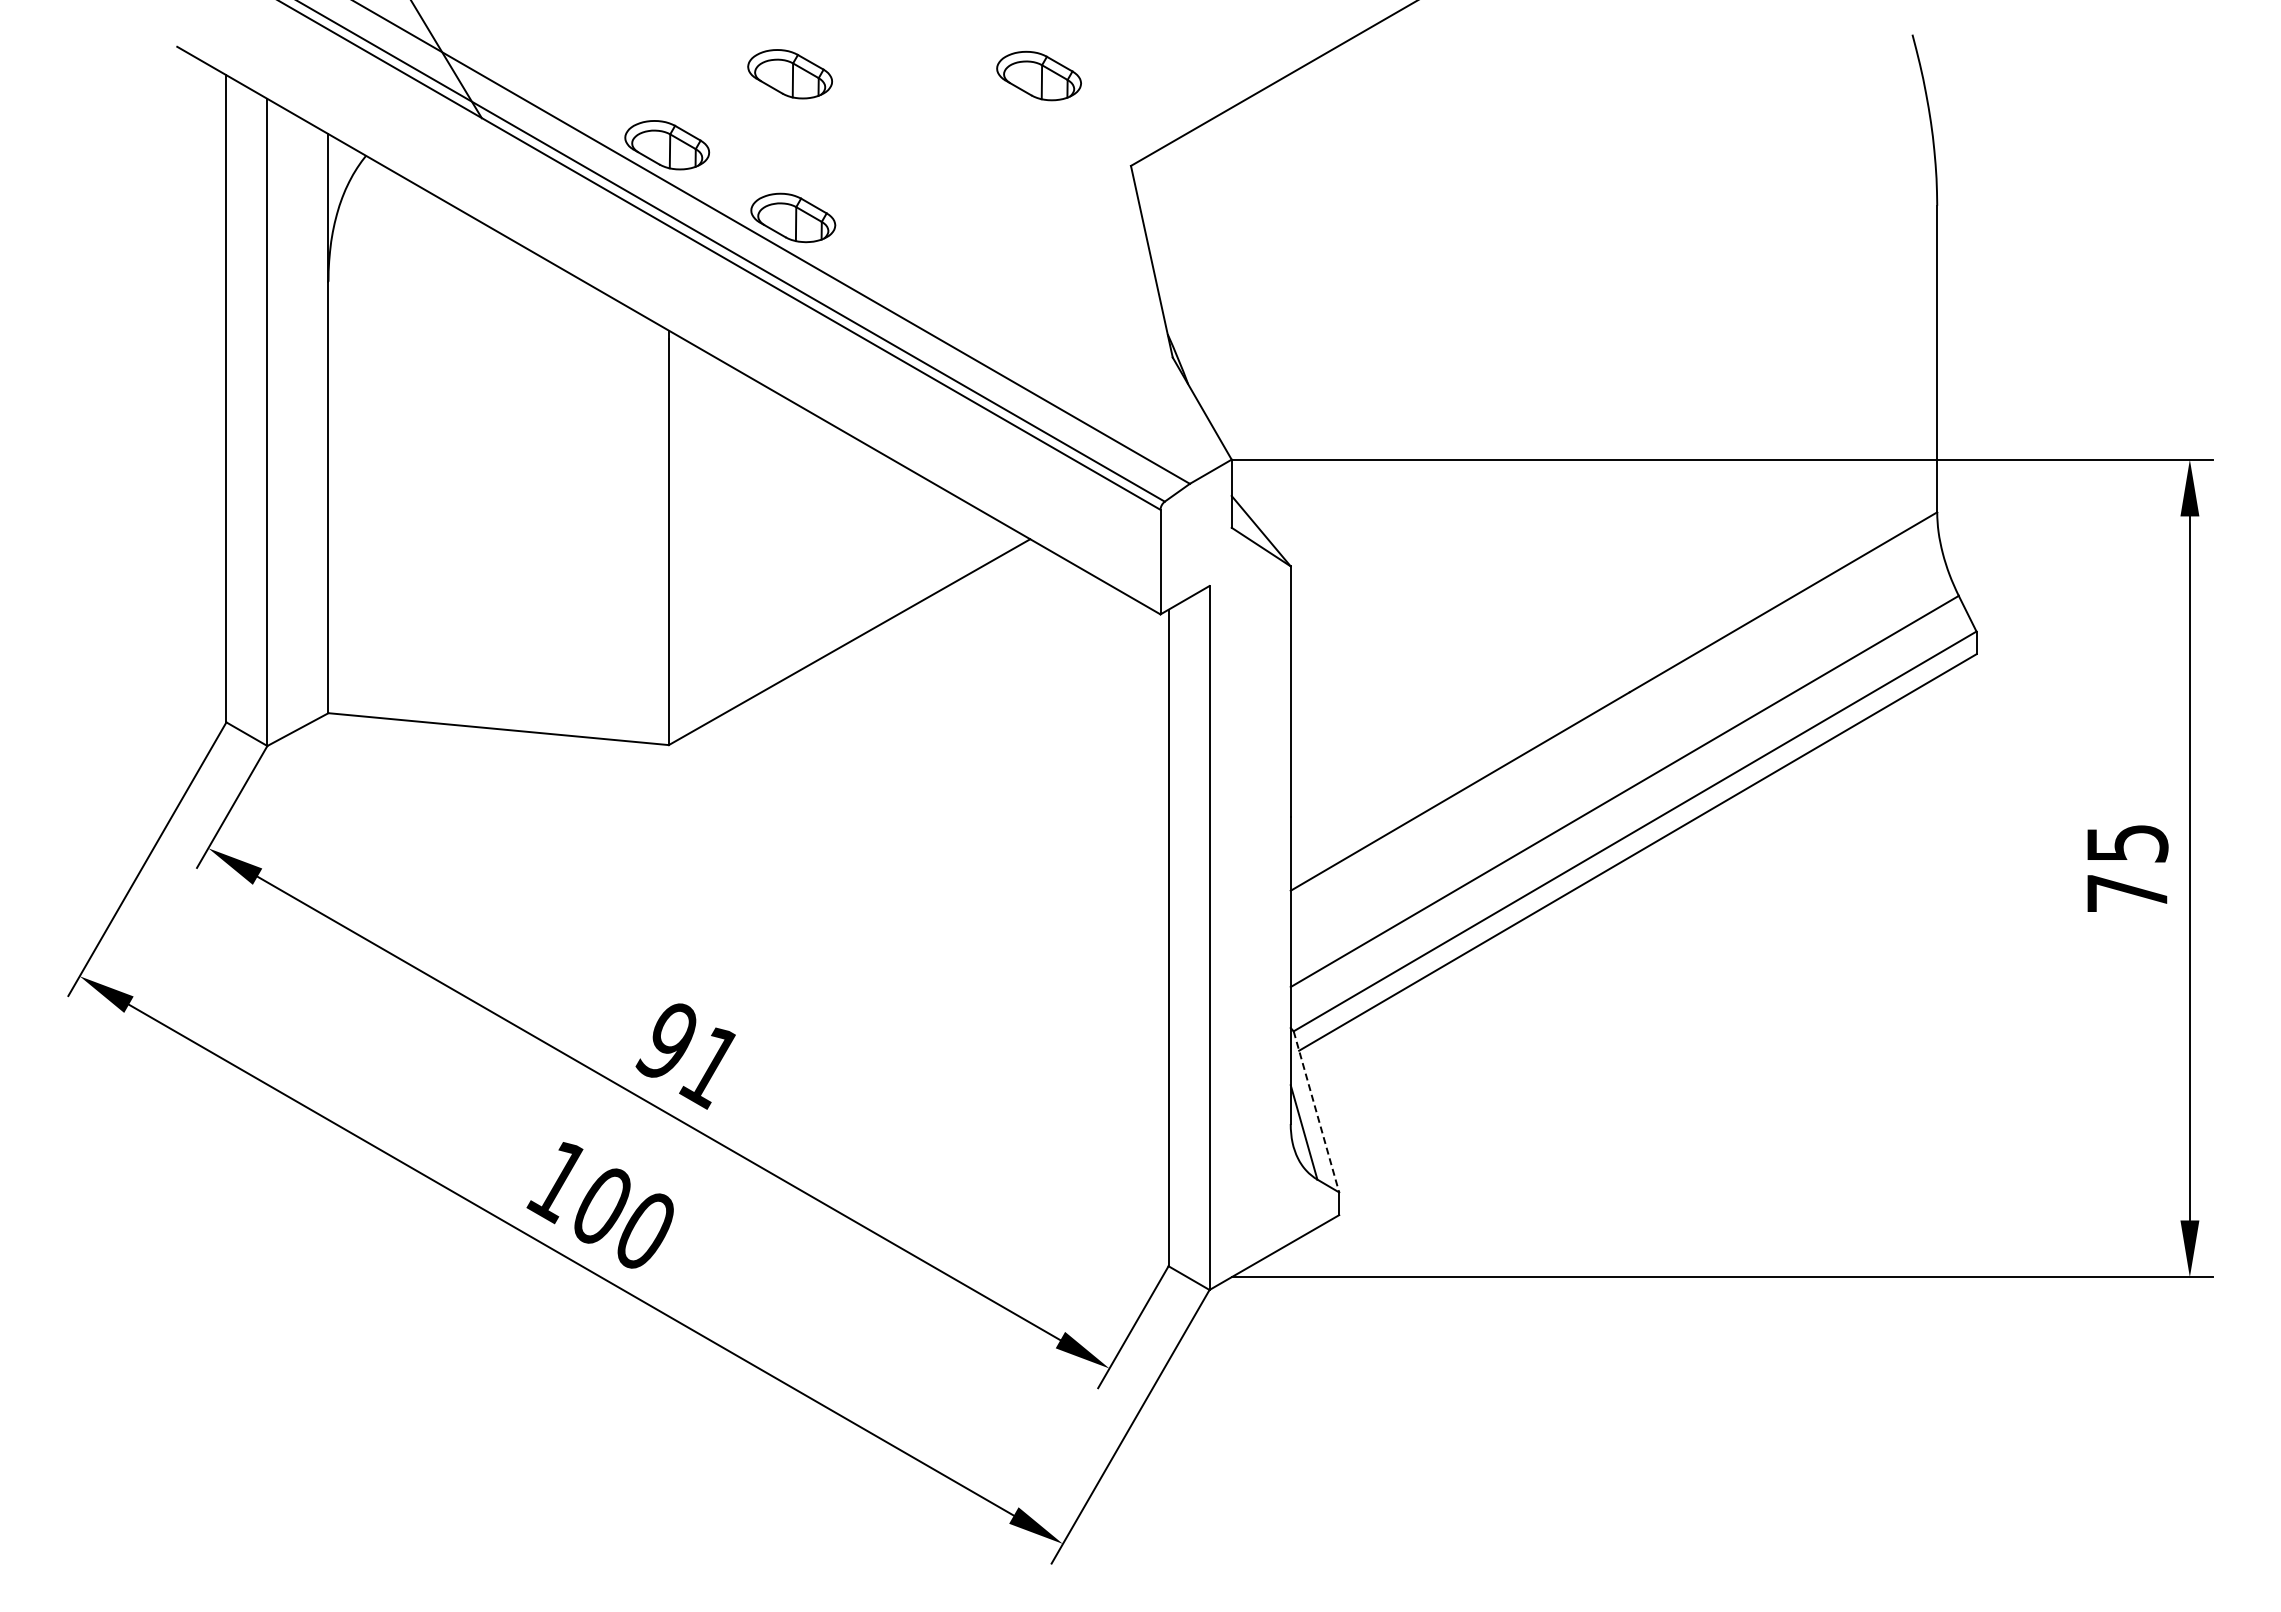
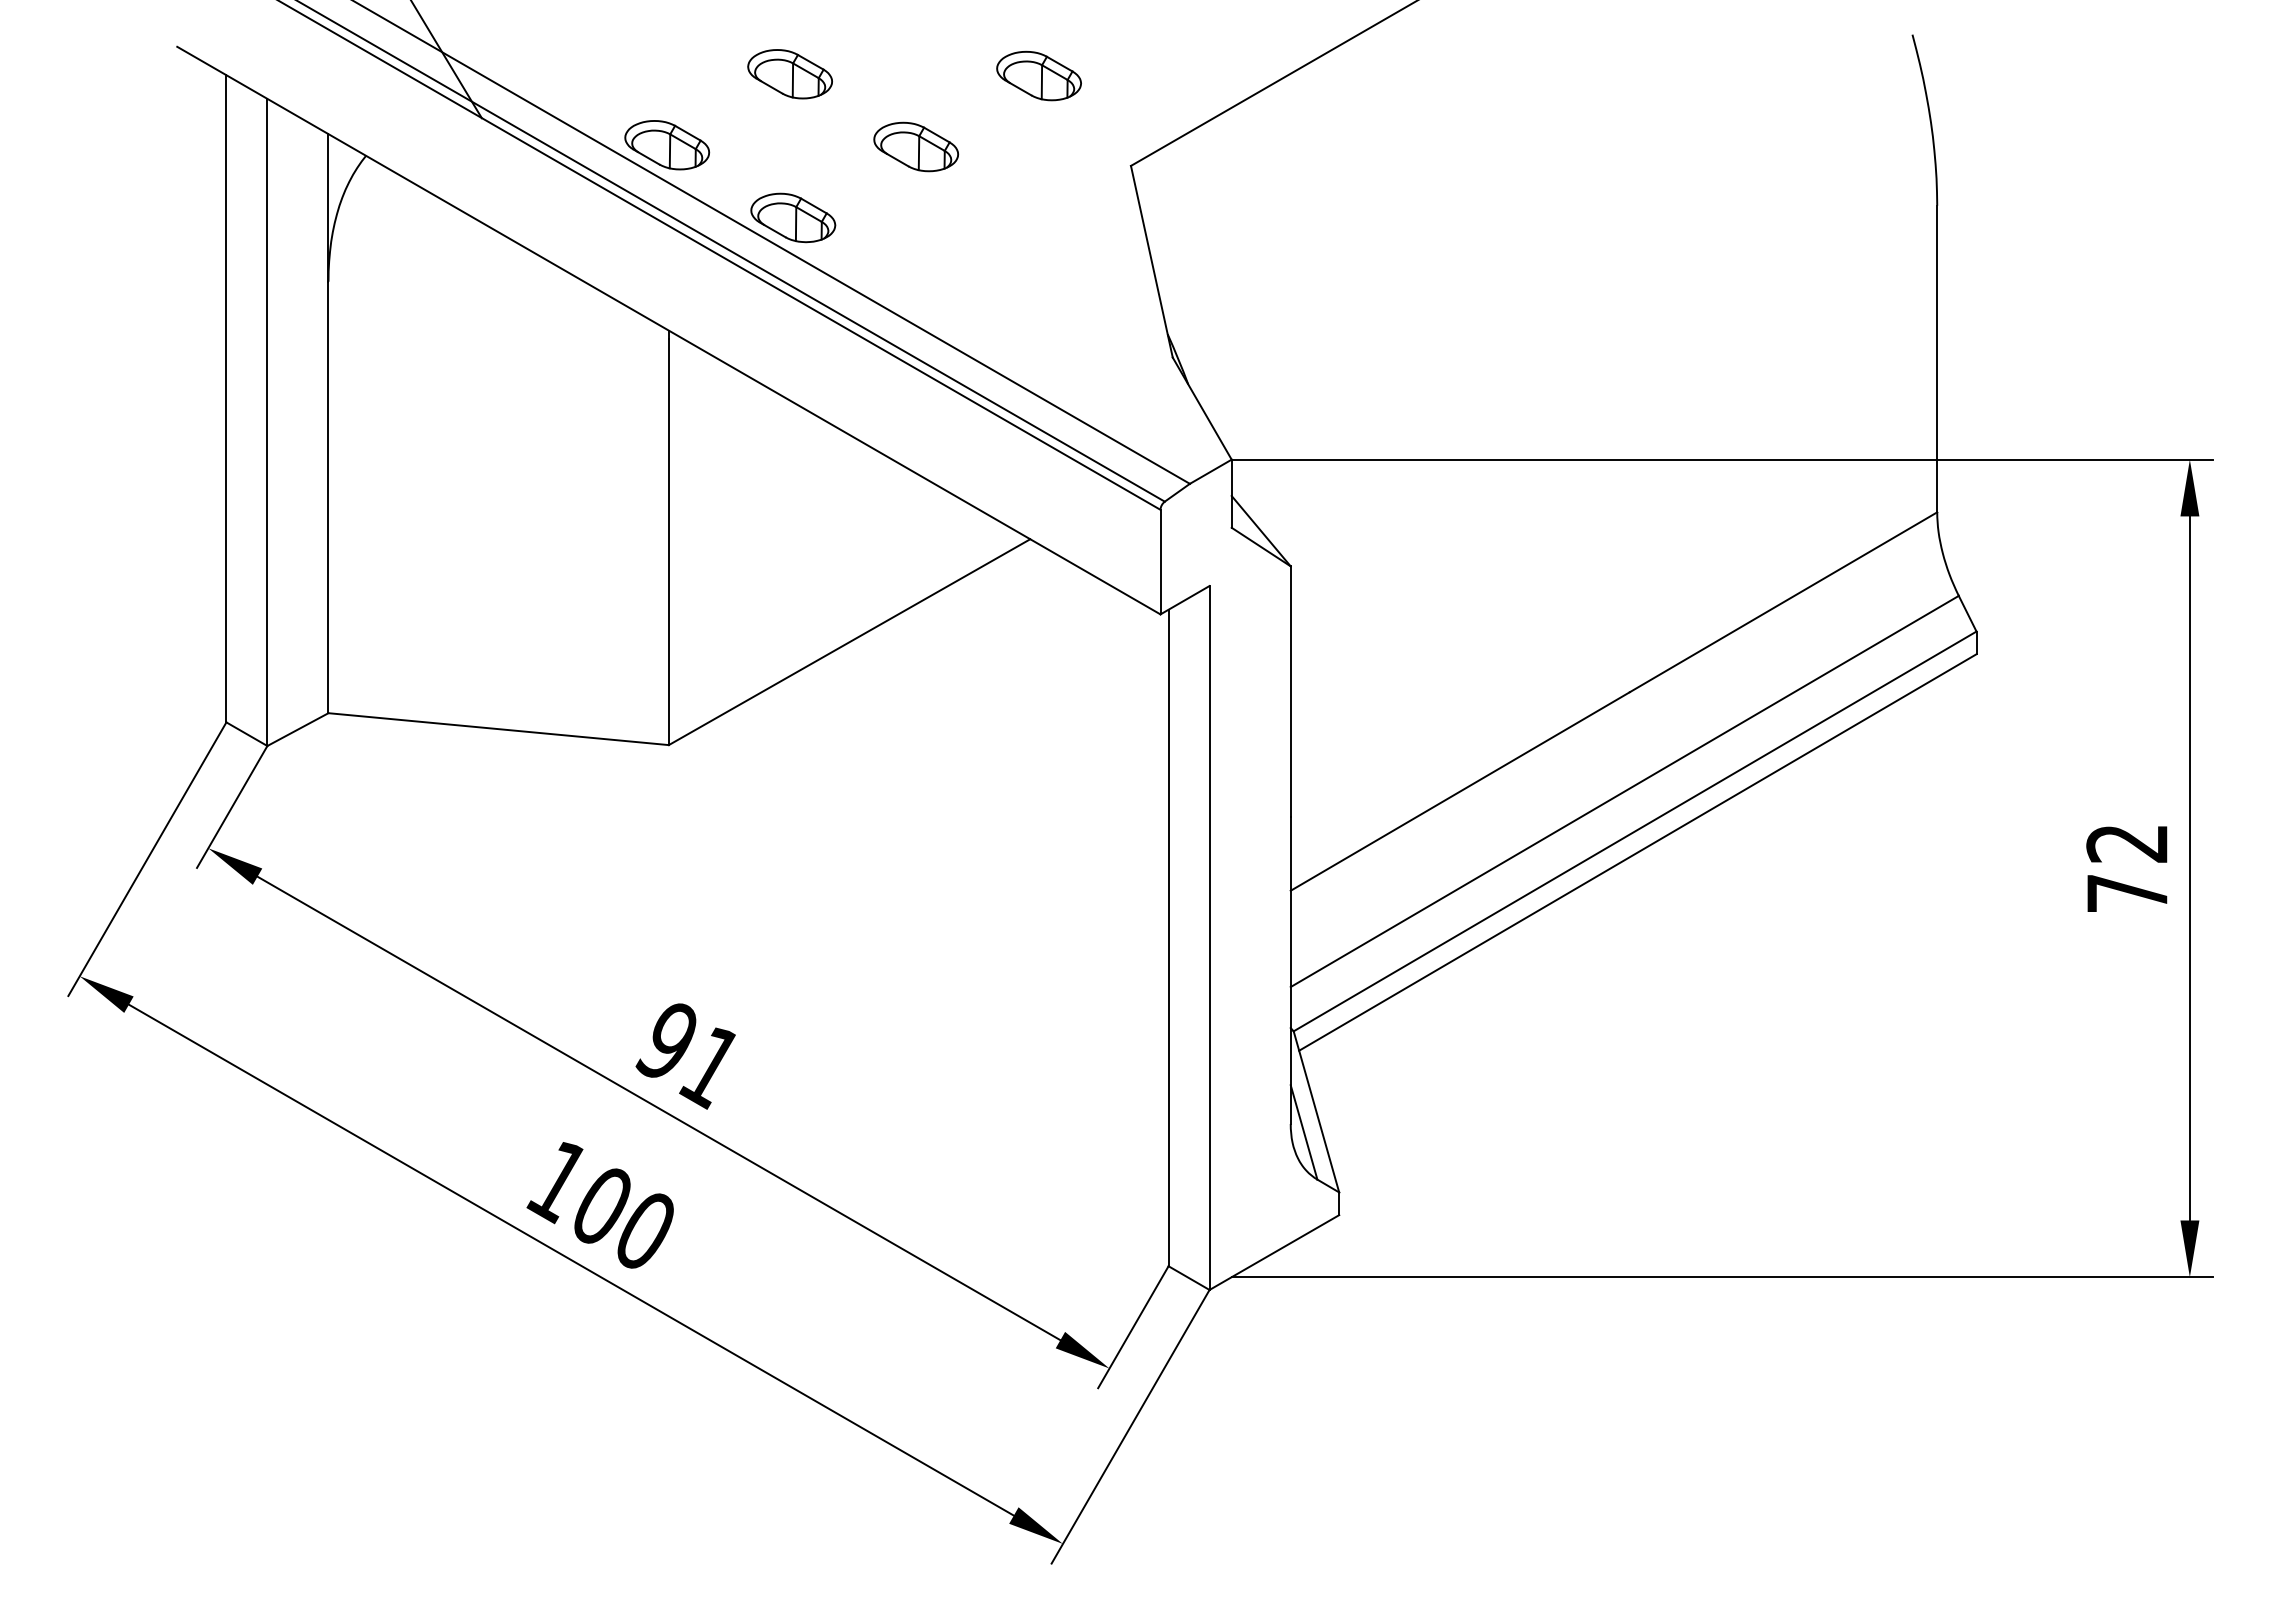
part at (916, 146): none -> present
text at (2127, 843): 75 -> 72
line at (1316, 1111): dashed -> solid
